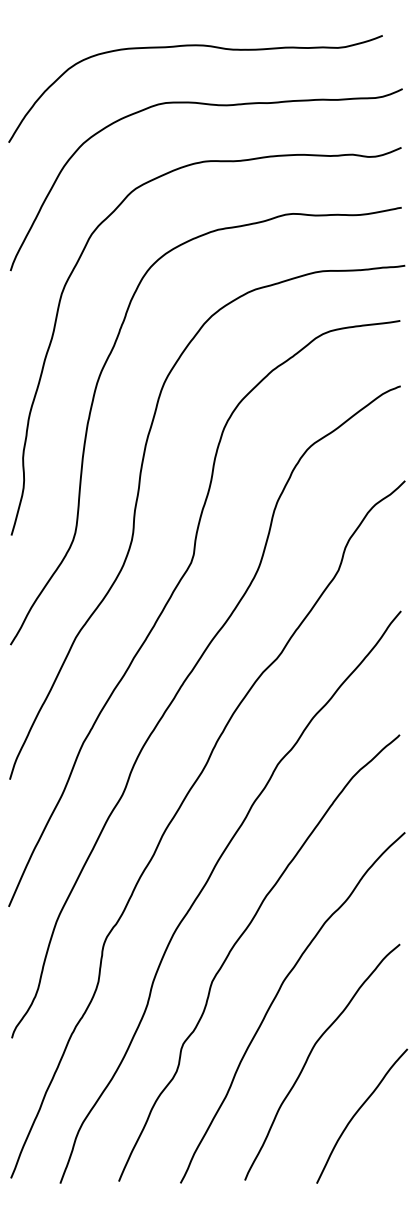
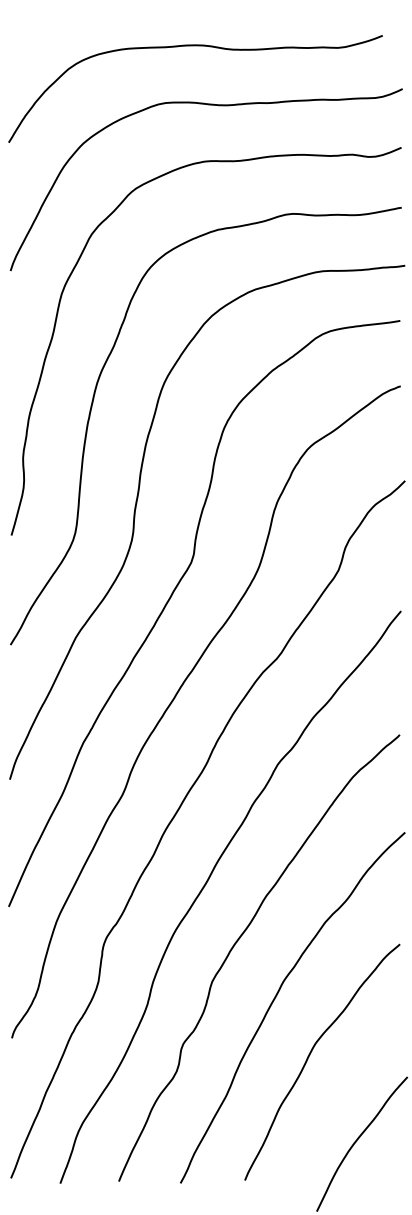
curve at (357, 1113) position: (357, 1113) -> (357, 1141)
